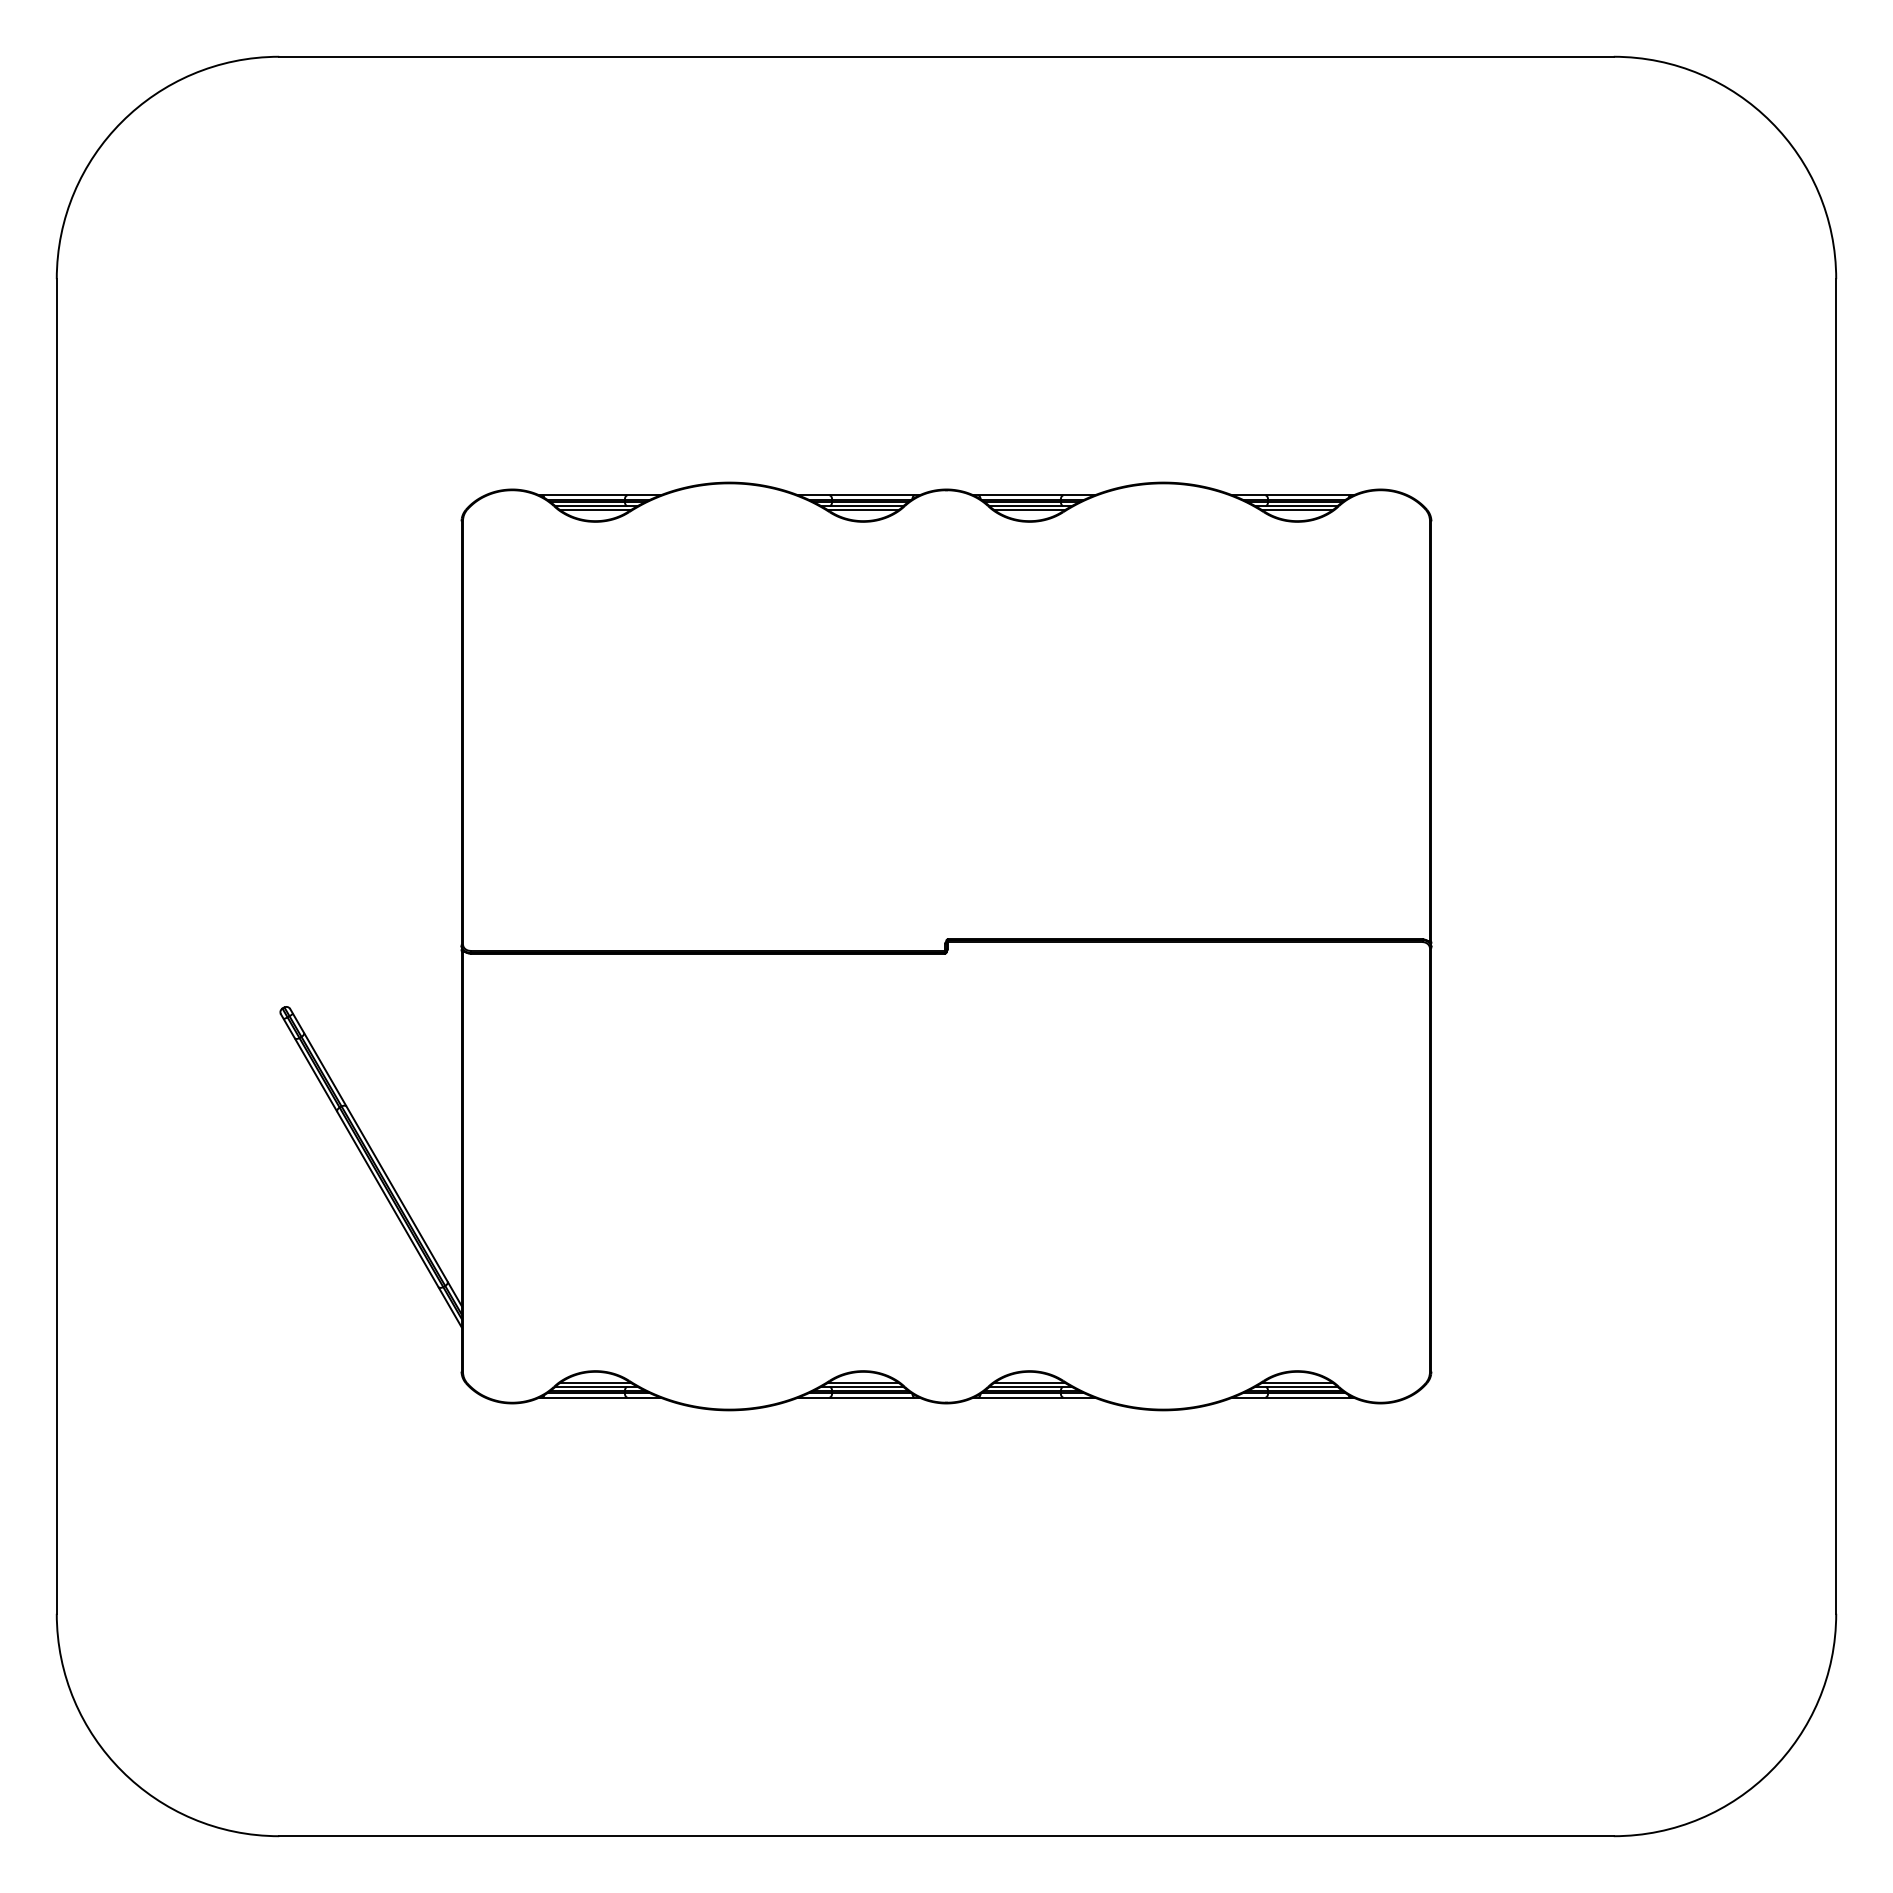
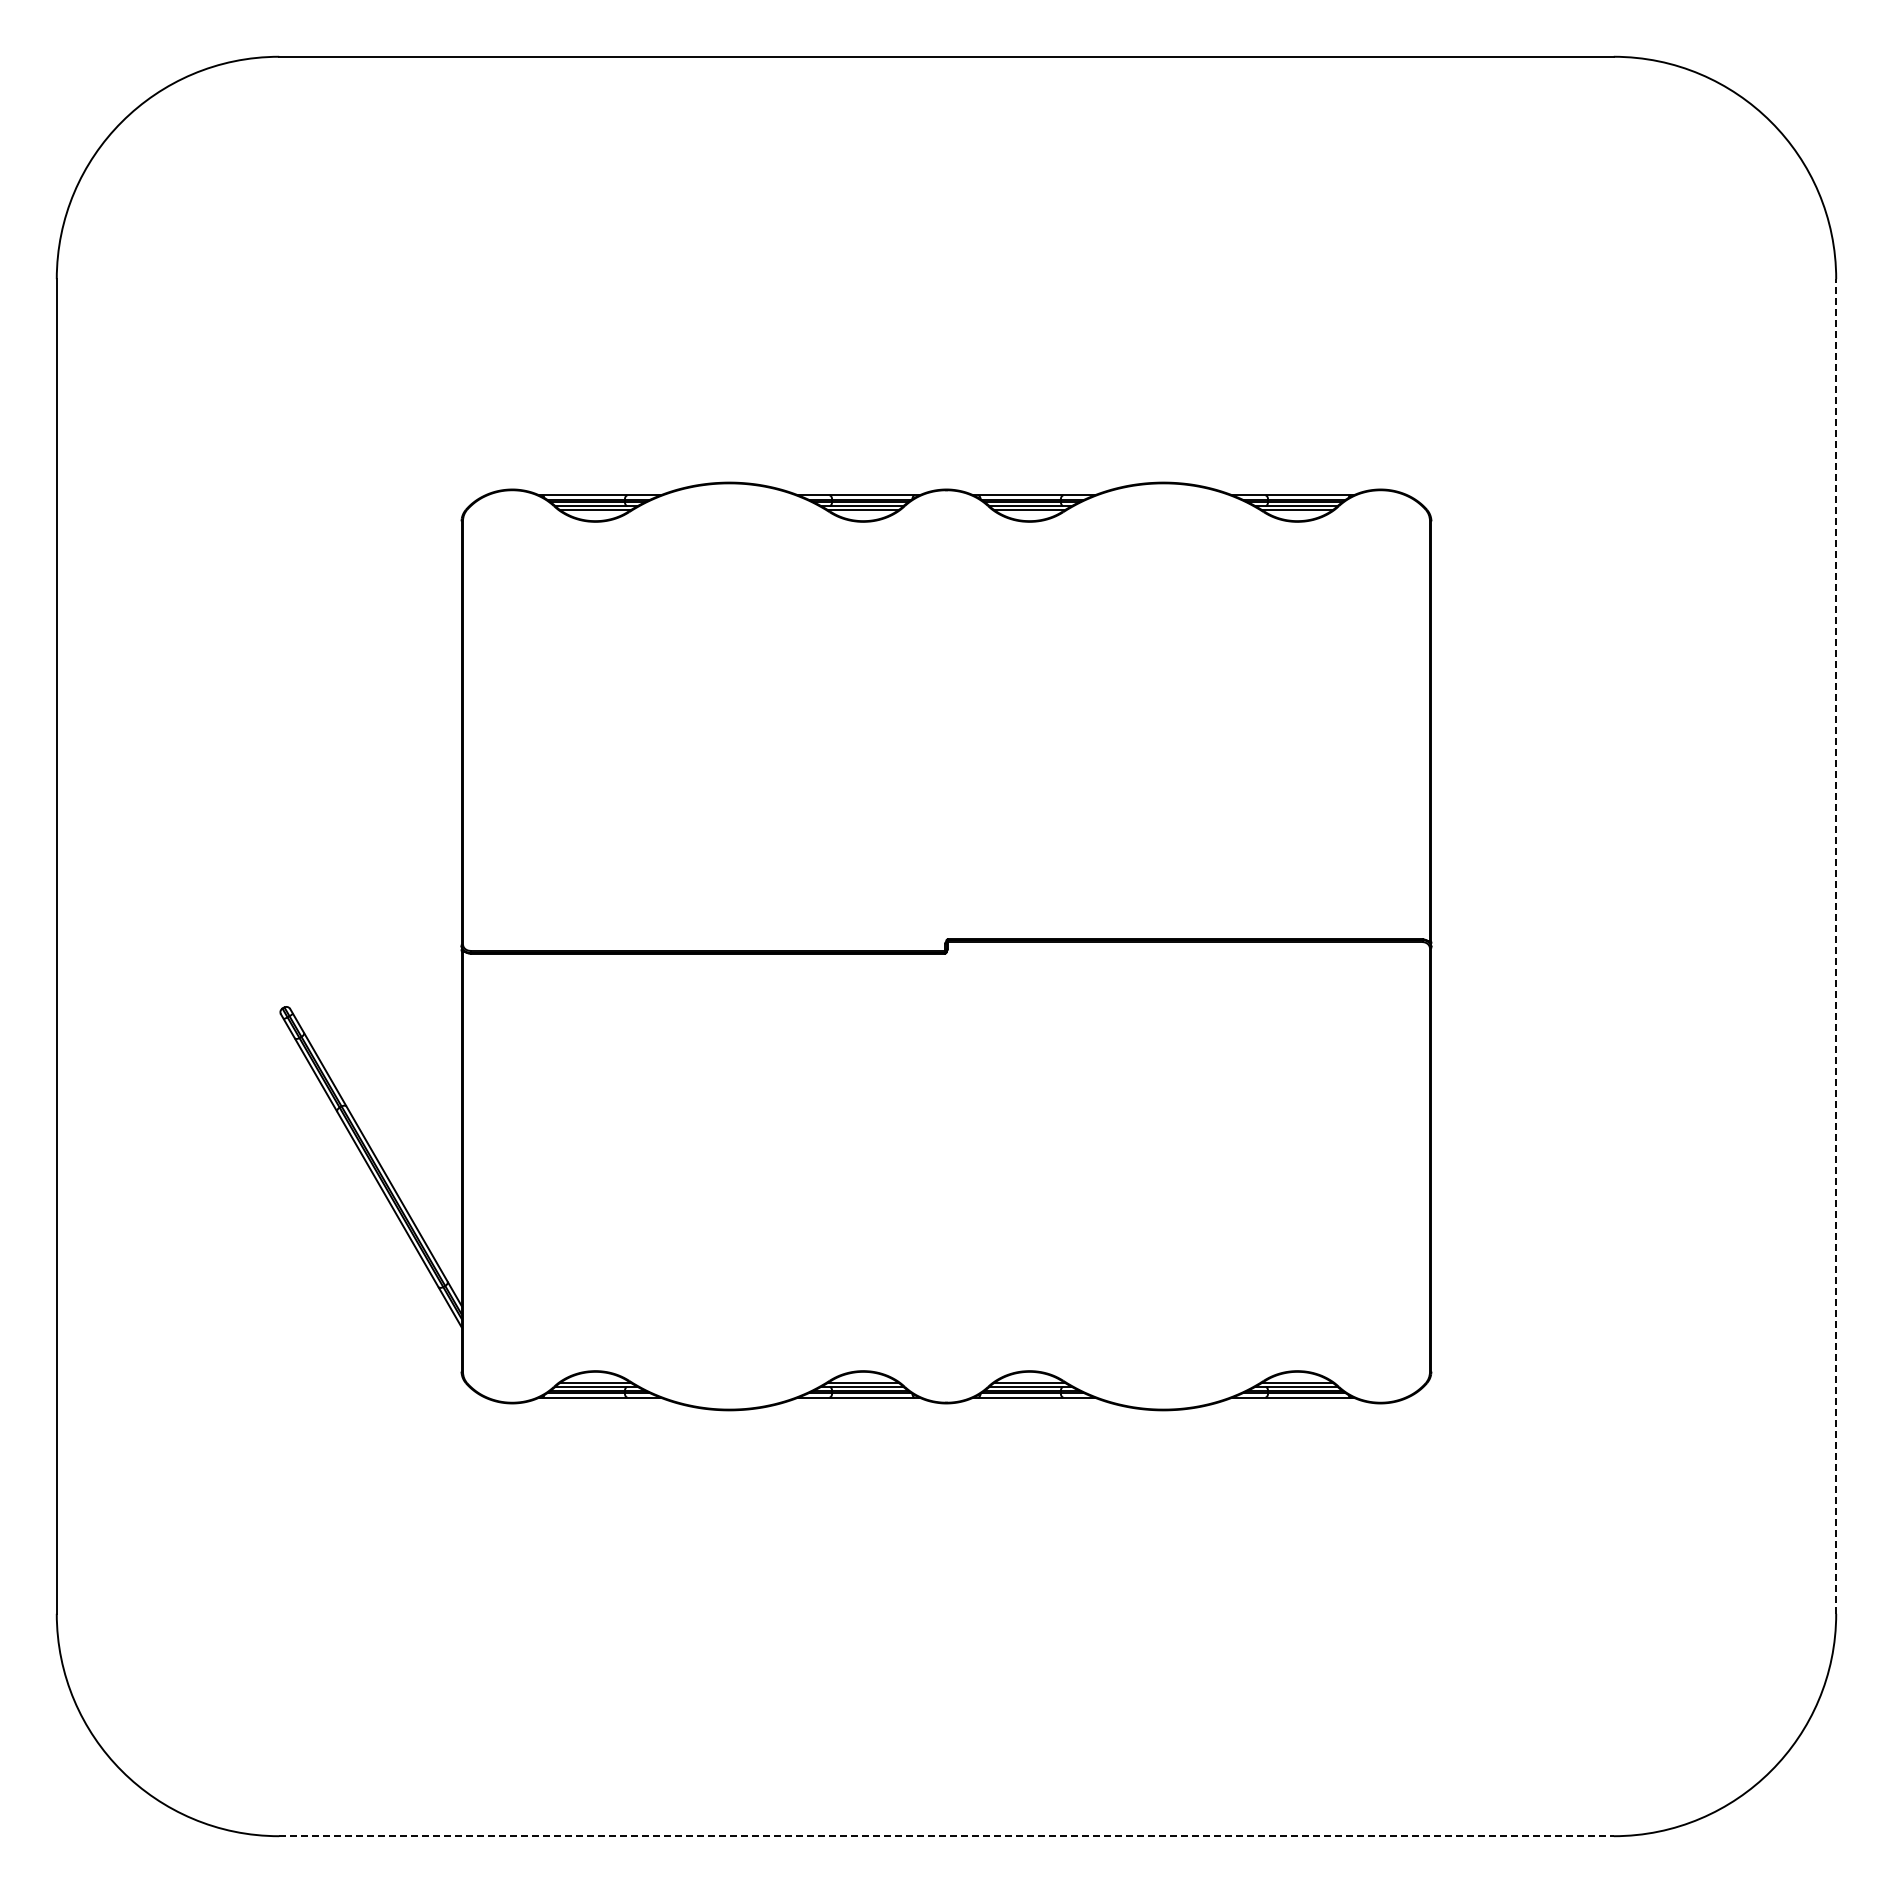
line at (1836, 946): solid -> dashed
line at (946, 1836): solid -> dashed
